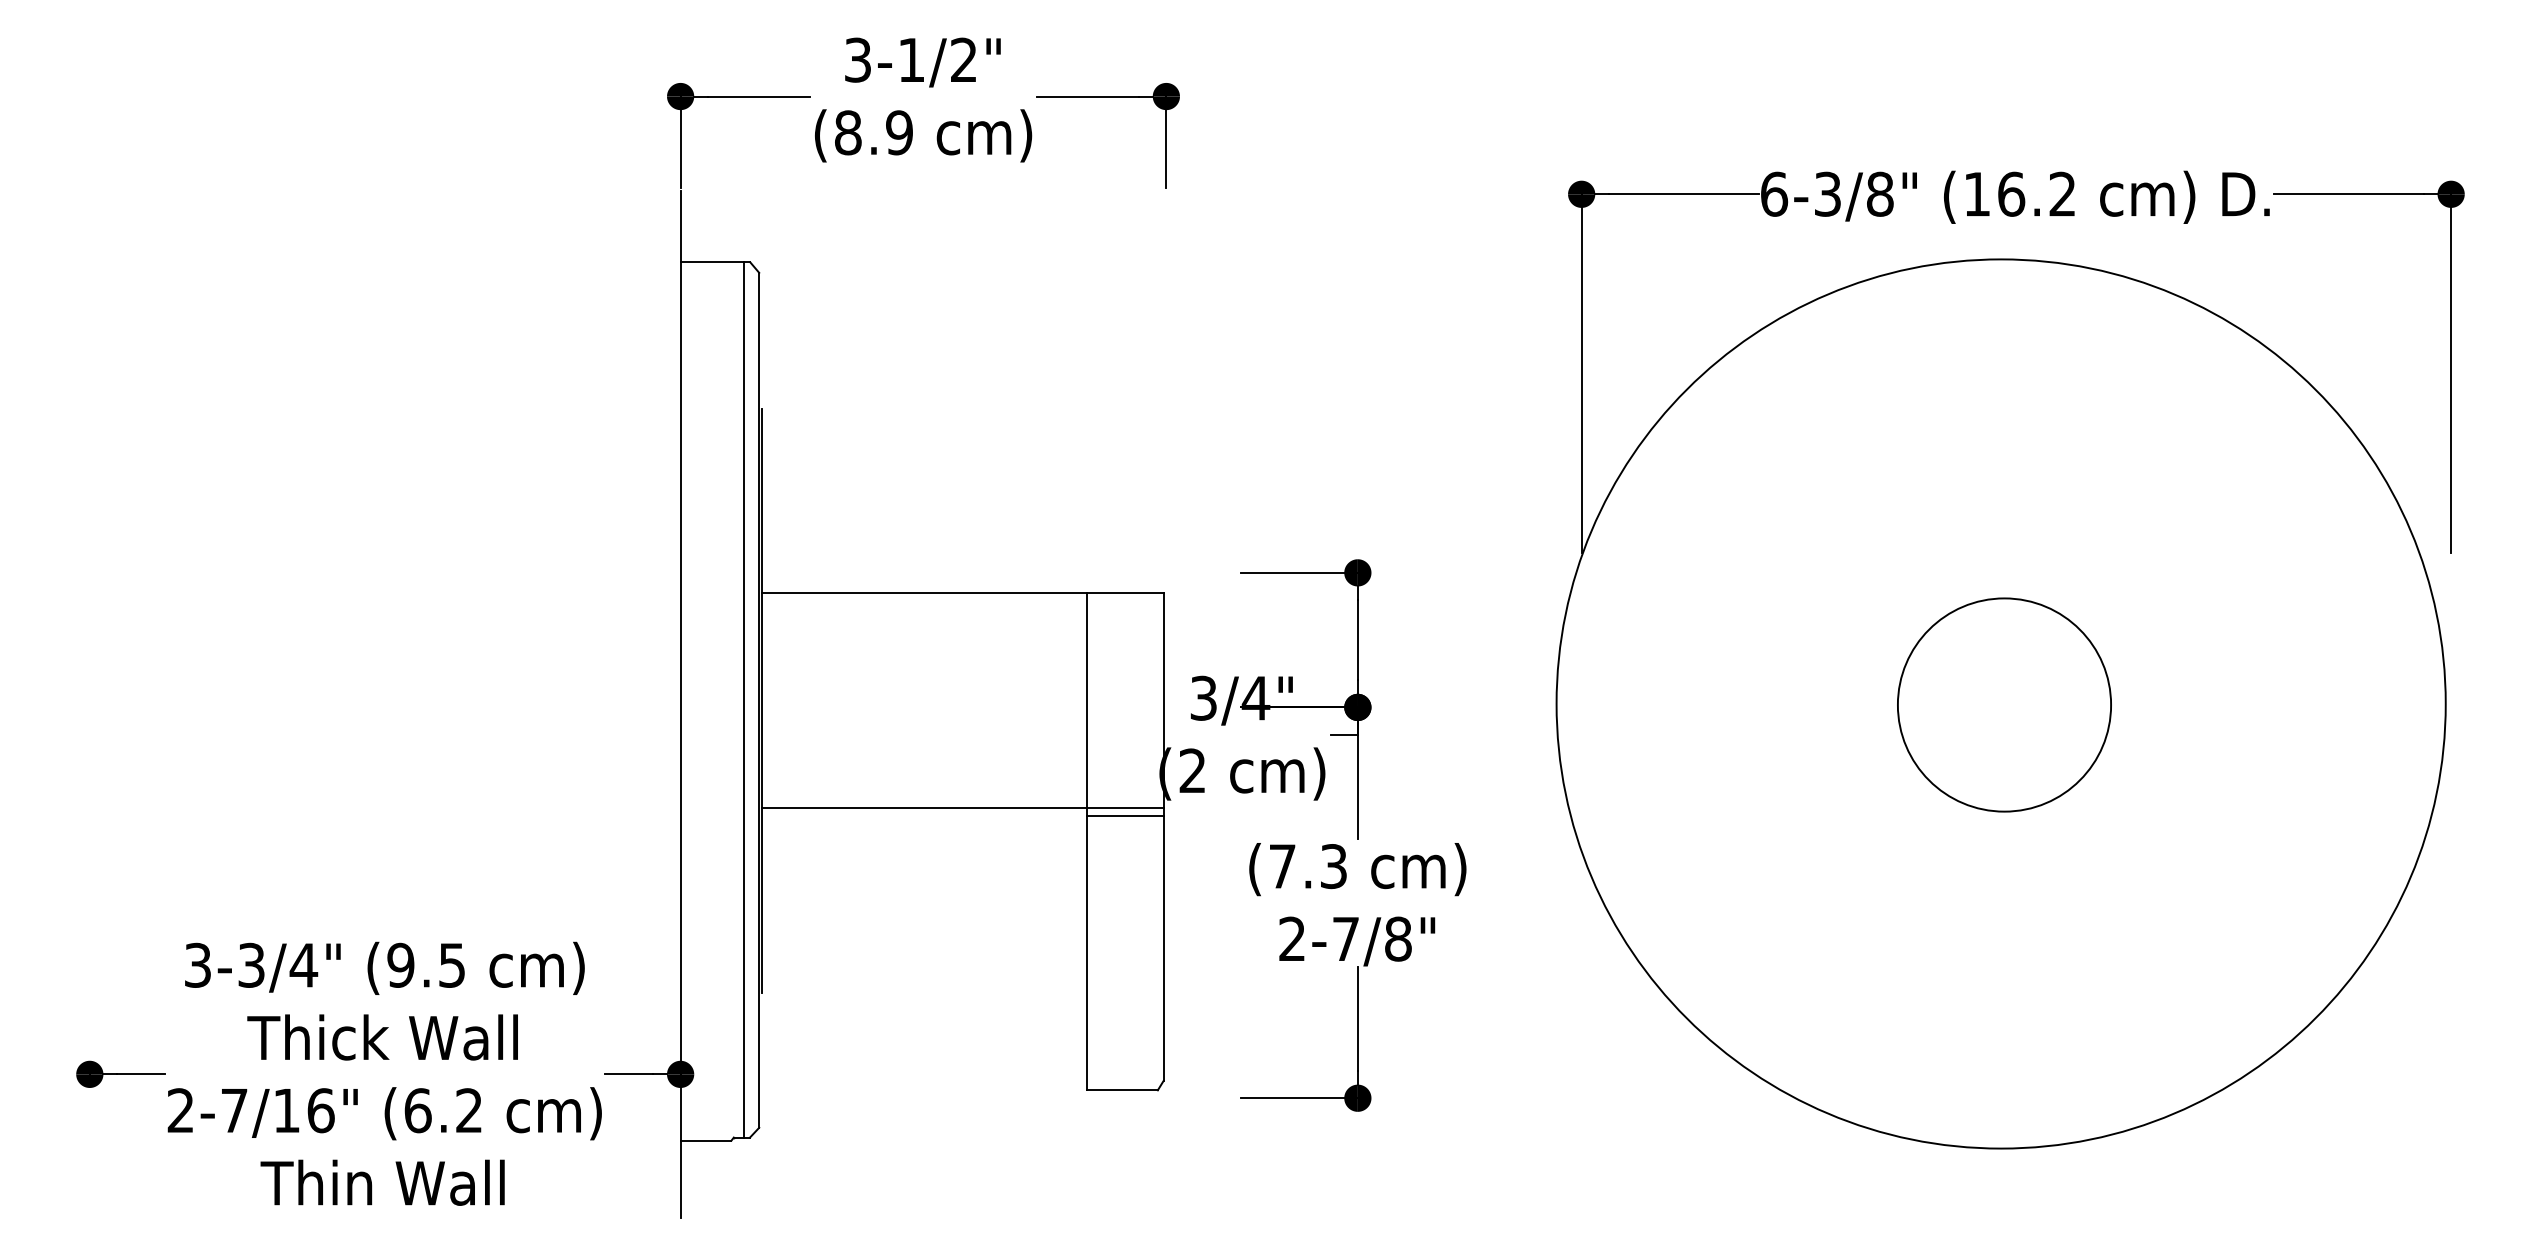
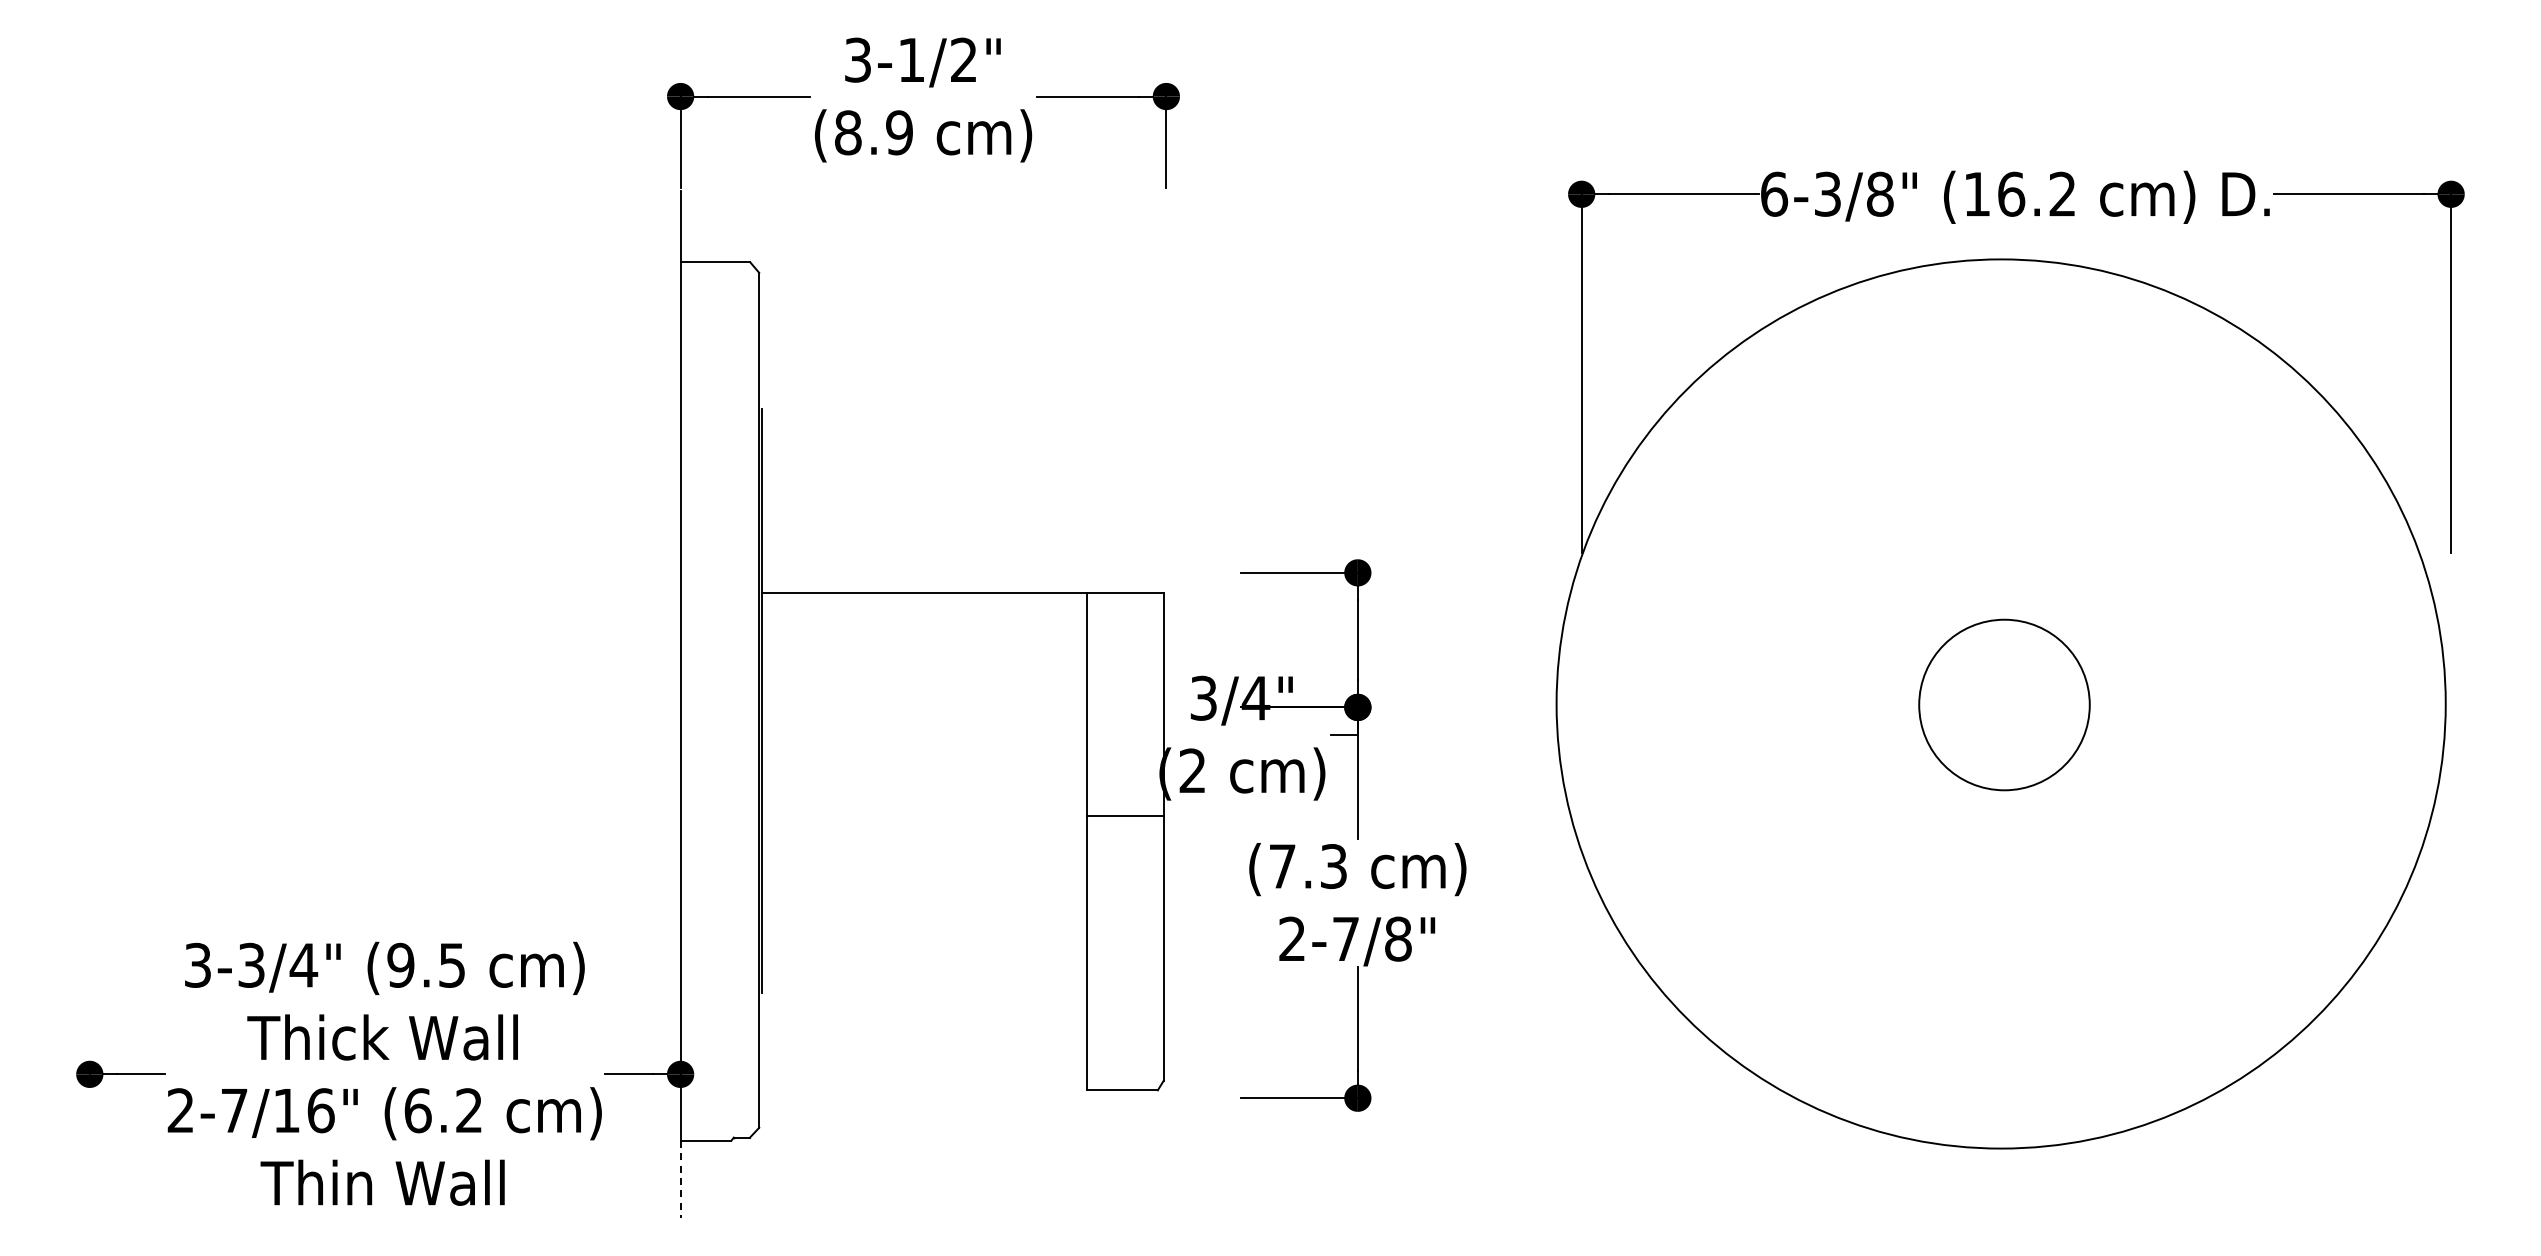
line at (743, 699): present -> none
circle at (2004, 704) size: 215x216 px -> 173x174 px
line at (962, 808): present -> none
line at (680, 1179): solid -> dashed
